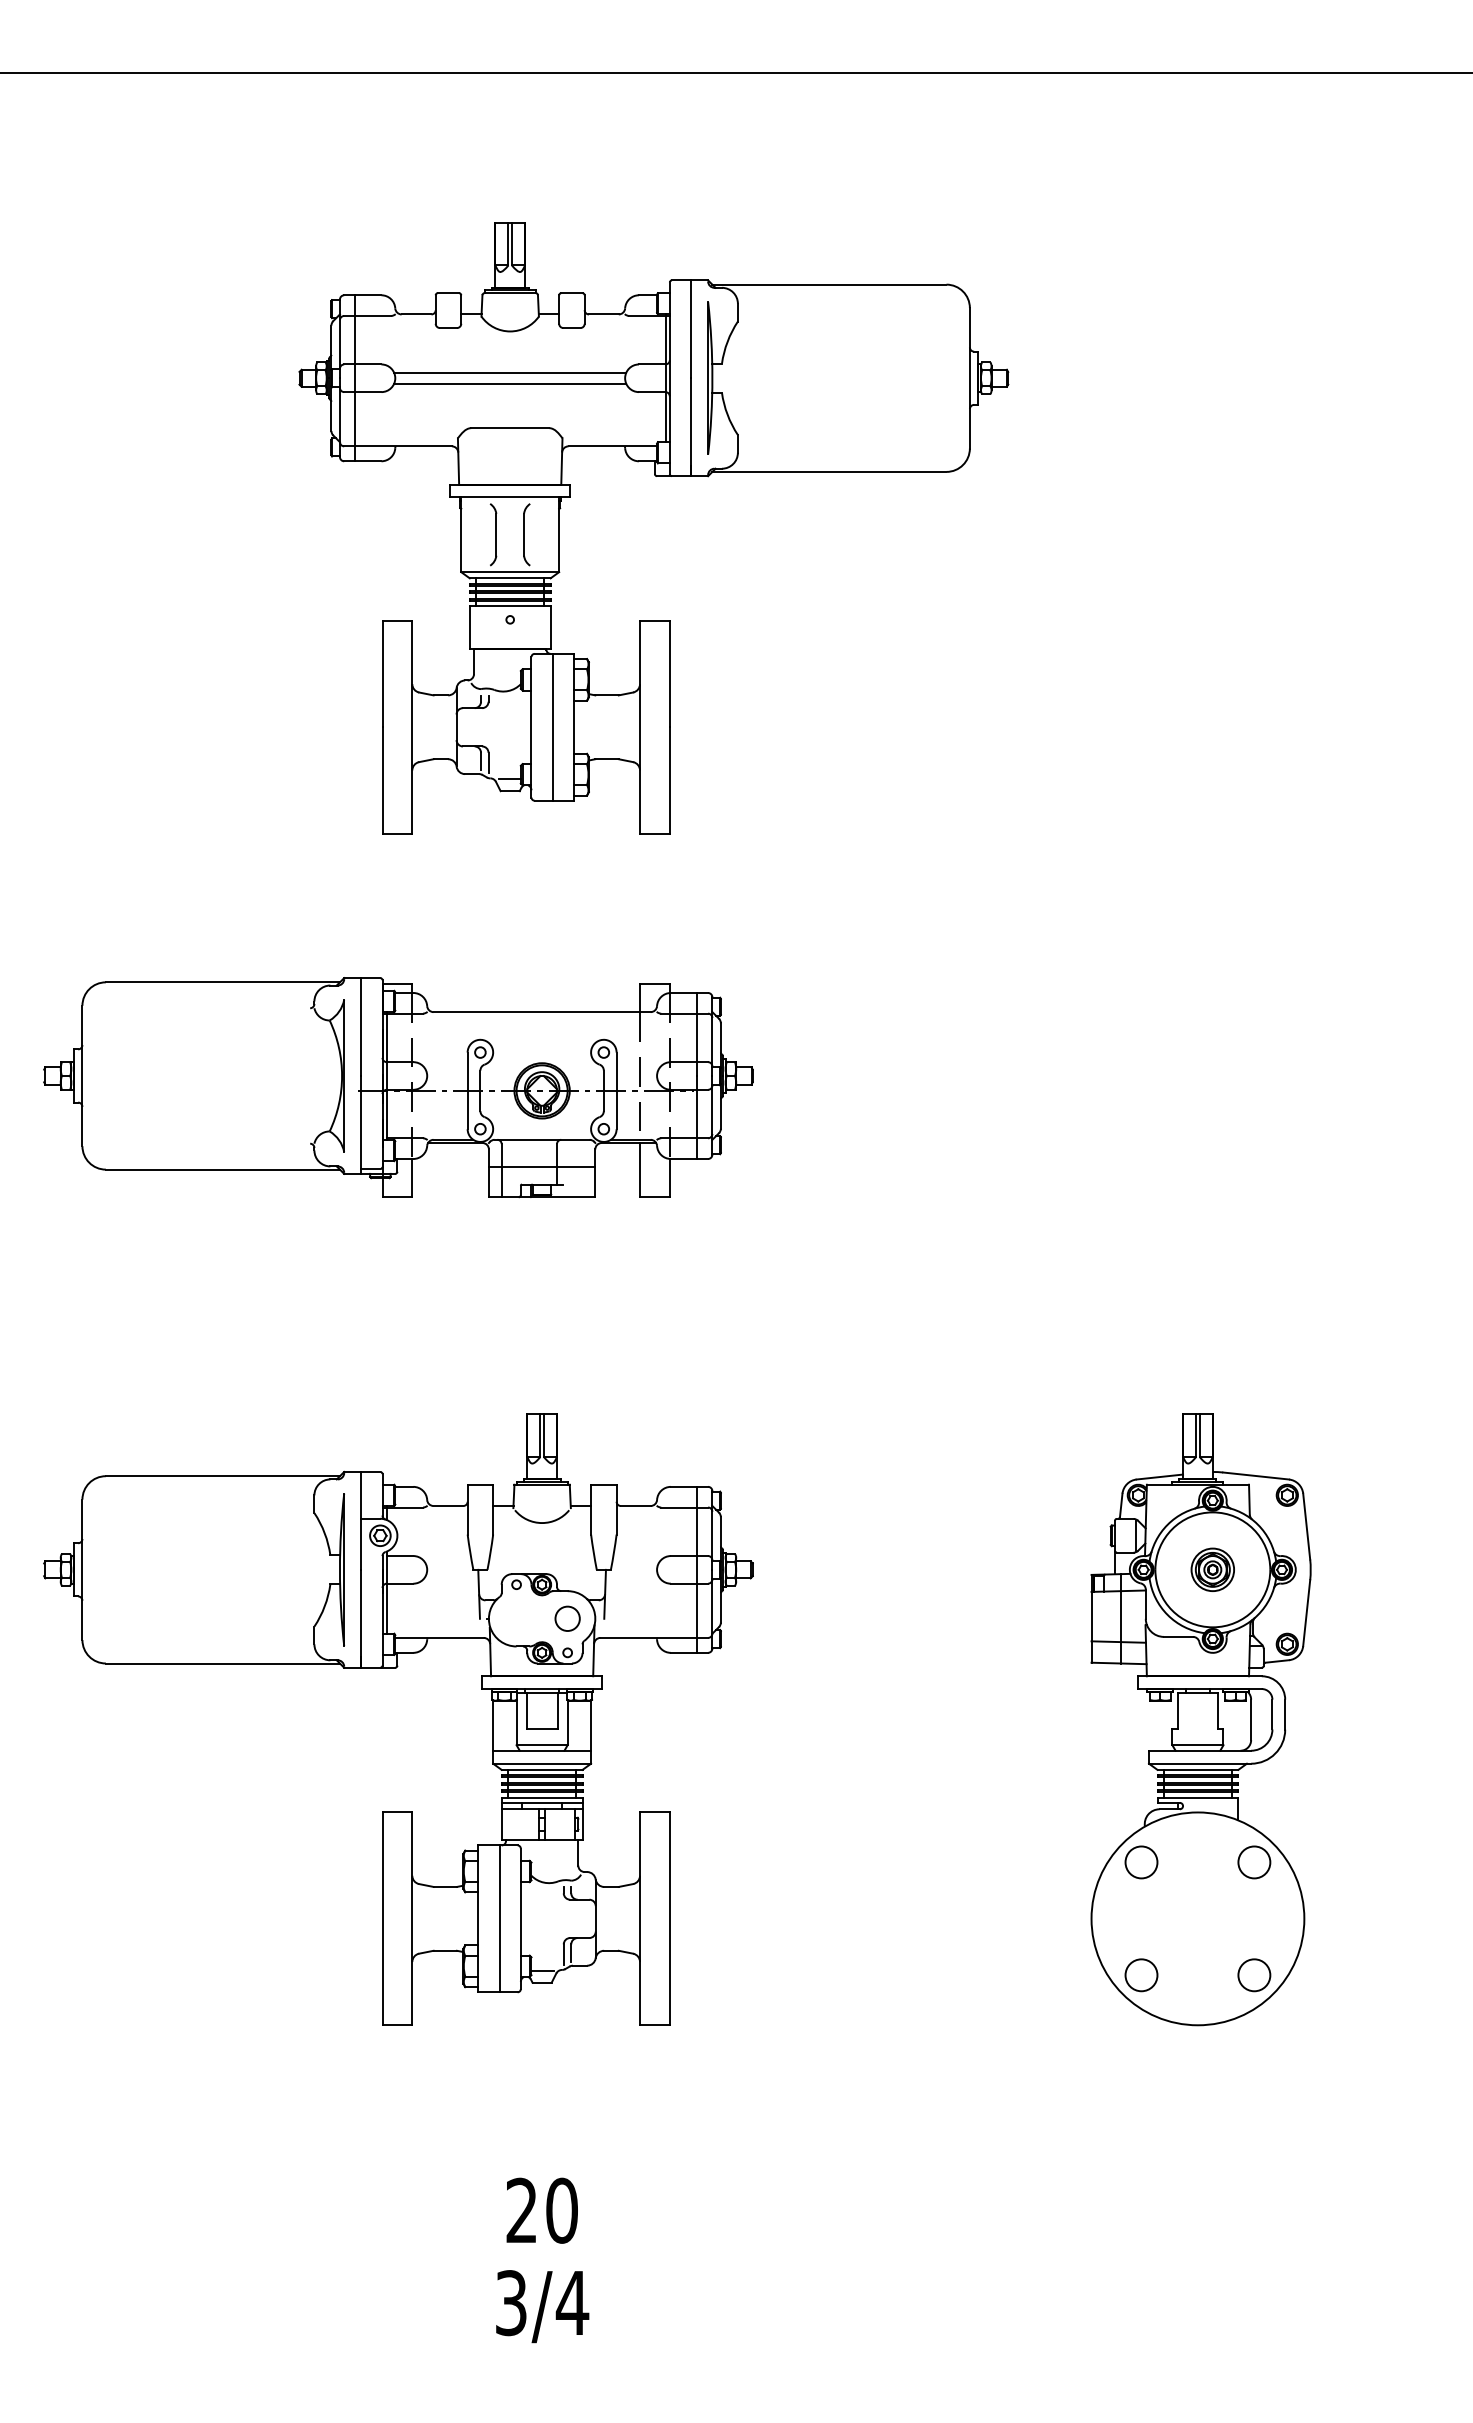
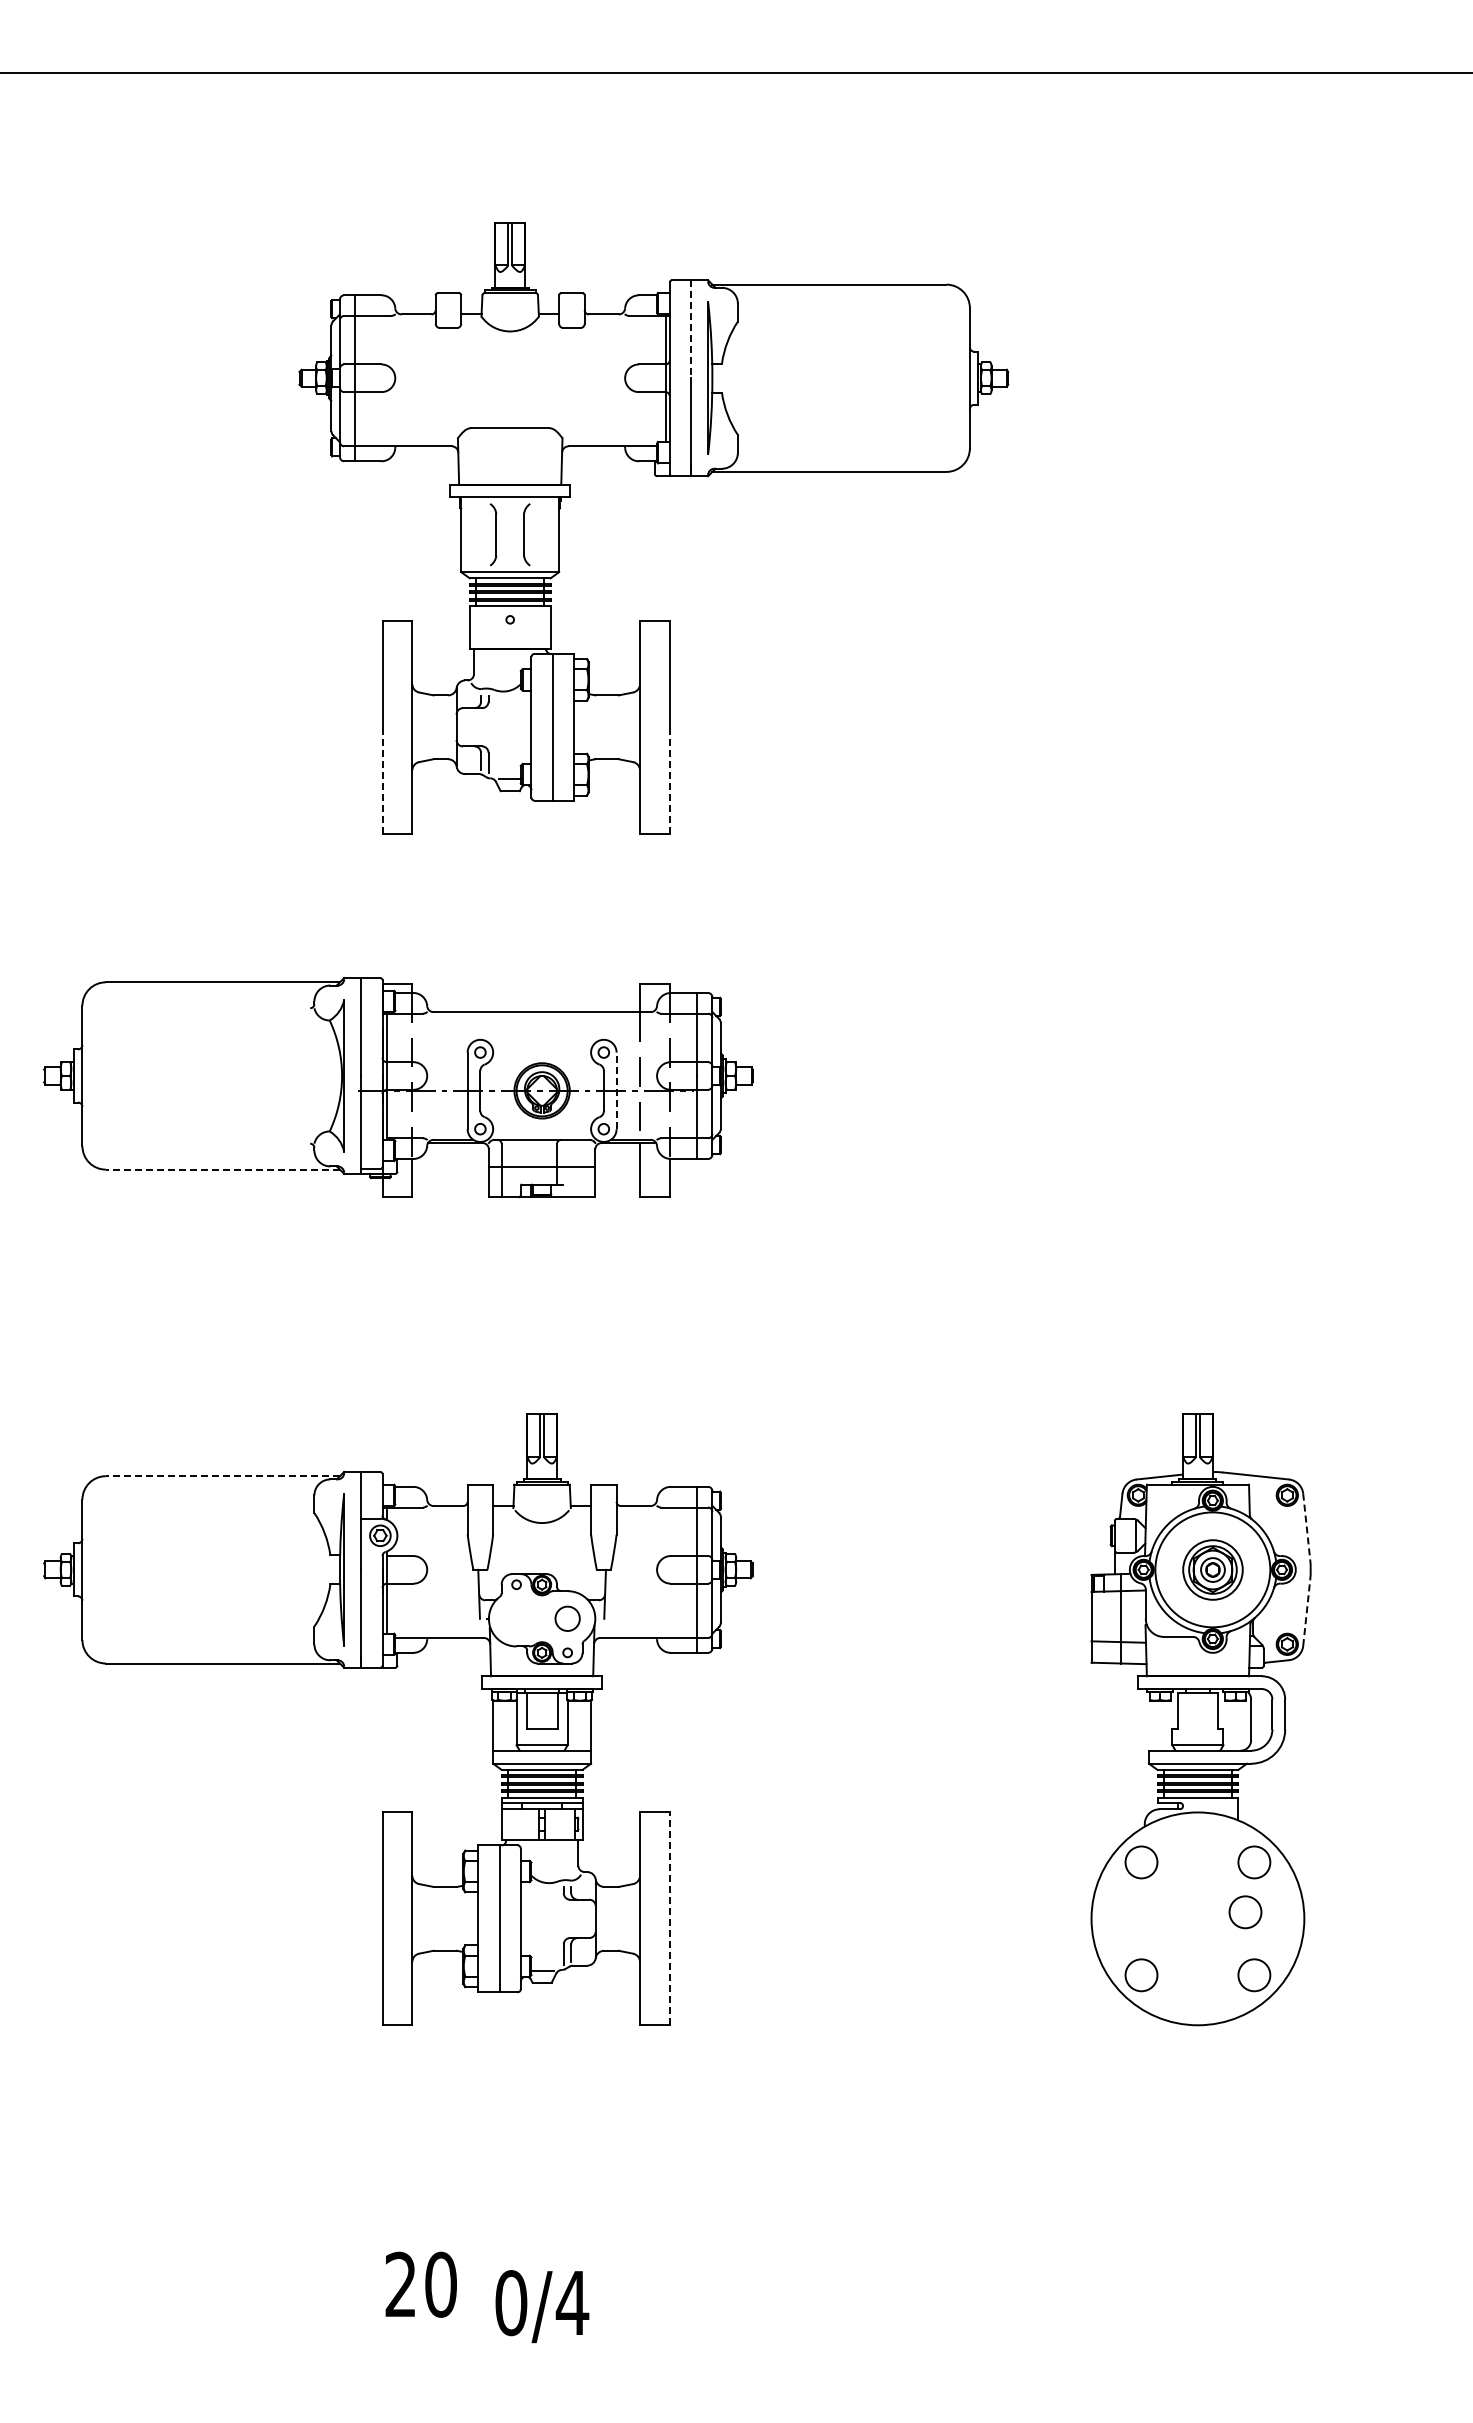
line at (691, 329): solid -> dashed
line at (510, 372): present -> none
line at (510, 383): present -> none
line at (382, 780): solid -> dashed
line at (669, 780): solid -> dashed
line at (616, 1090): solid -> dashed
line at (222, 1169): solid -> dashed
line at (222, 1476): solid -> dashed
line at (1306, 1527): solid -> dashed
part at (1212, 1569) size: 45x45 px -> 62x62 px
line at (1306, 1612): solid -> dashed
circle at (1245, 1912): none -> present
line at (669, 1918): solid -> dashed
text at (541, 2210) position: (541, 2210) -> (420, 2284)
text at (511, 2303): 3/4 -> 0/4
